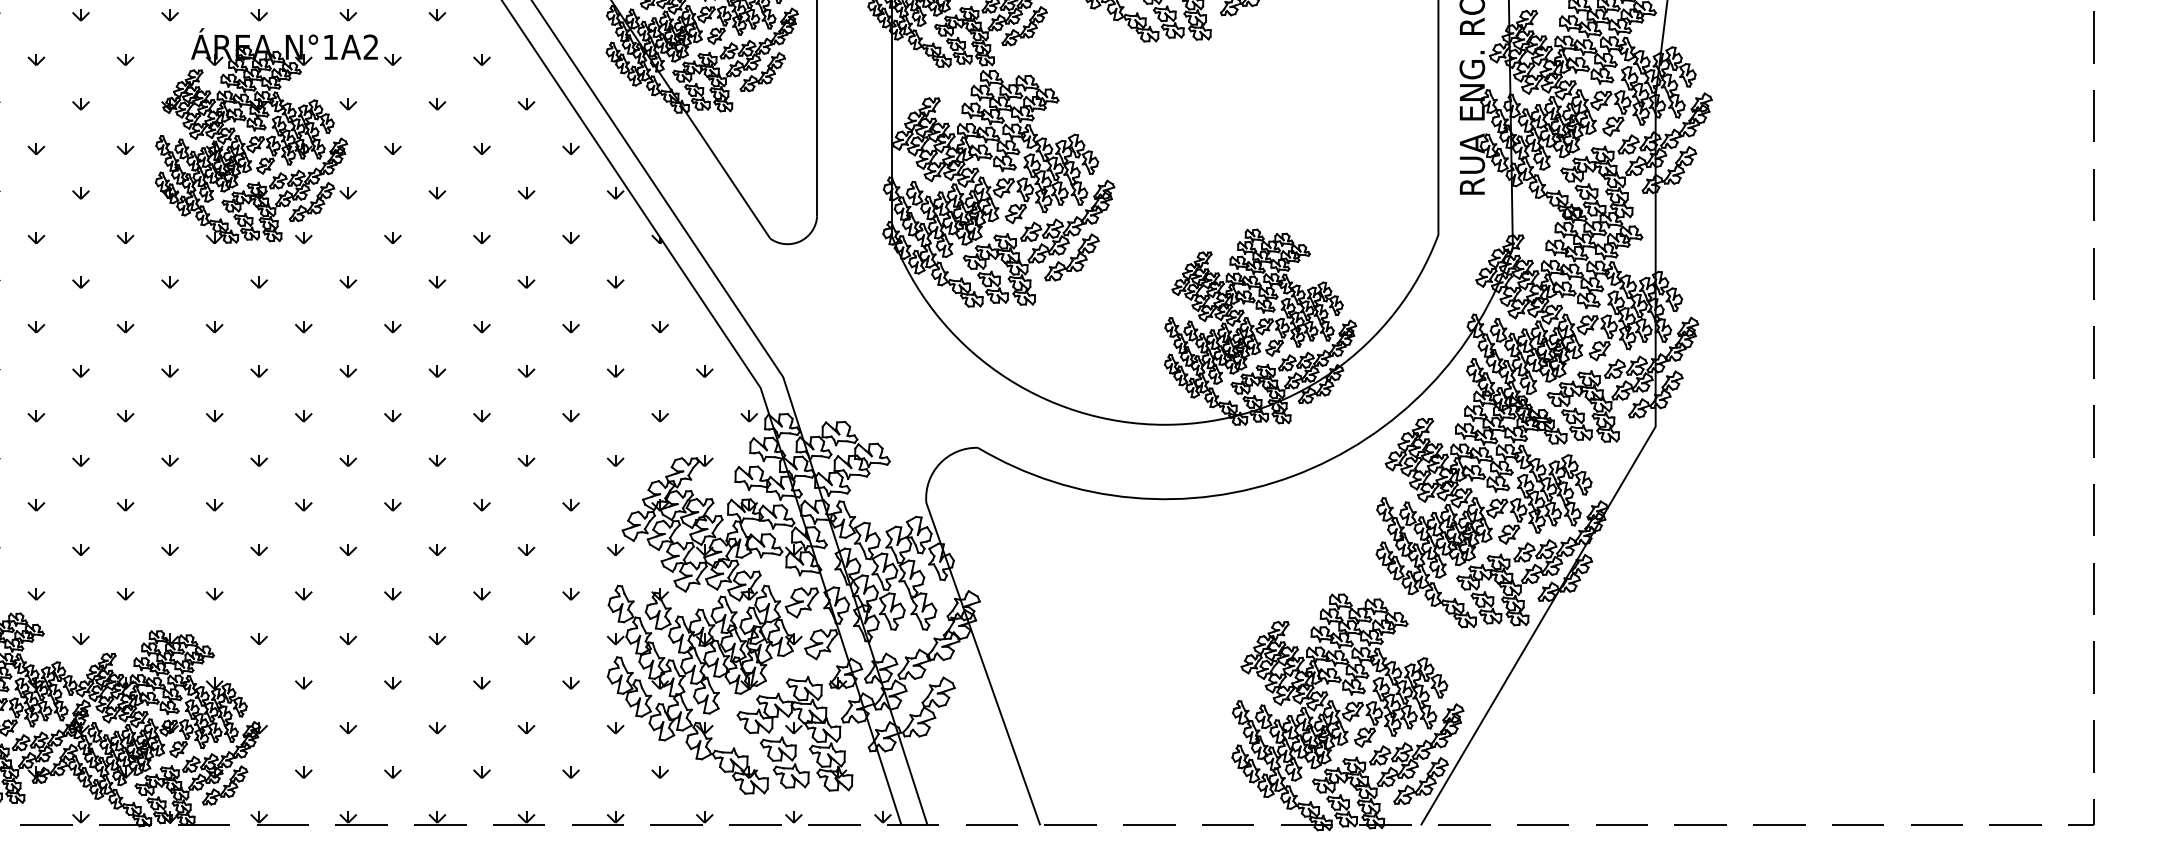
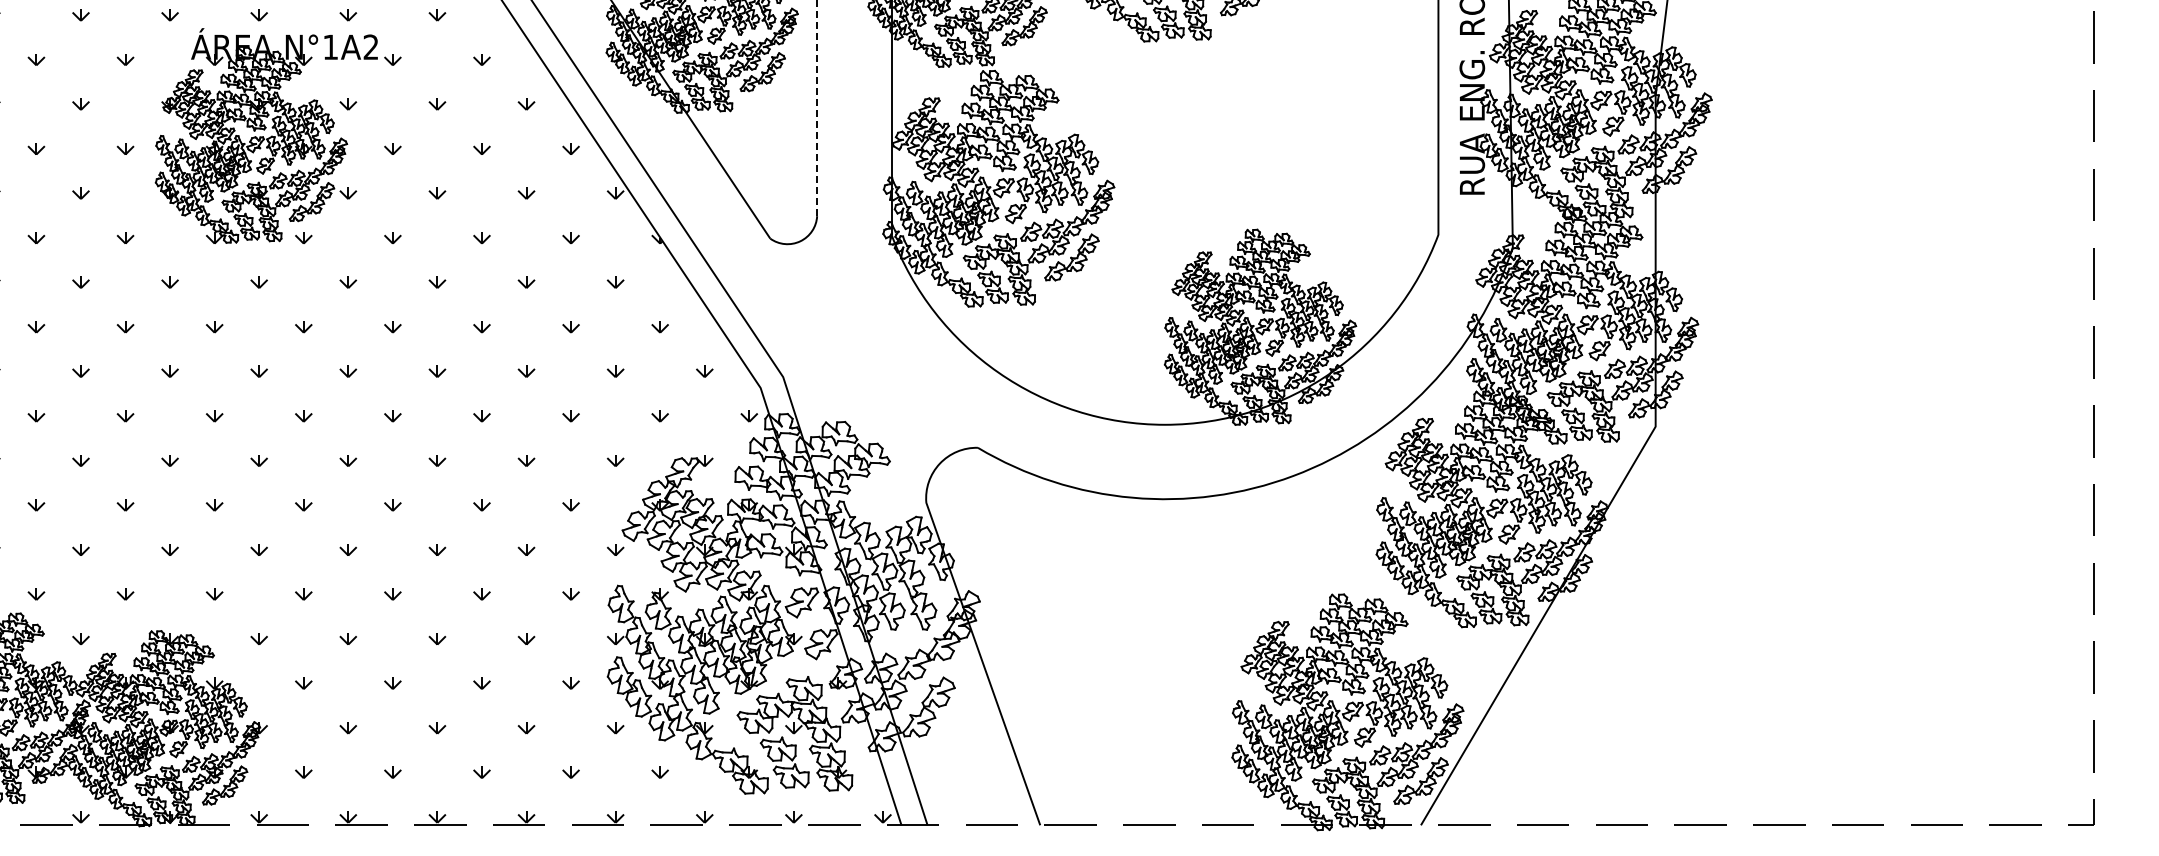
line at (817, 108): solid -> dashed
